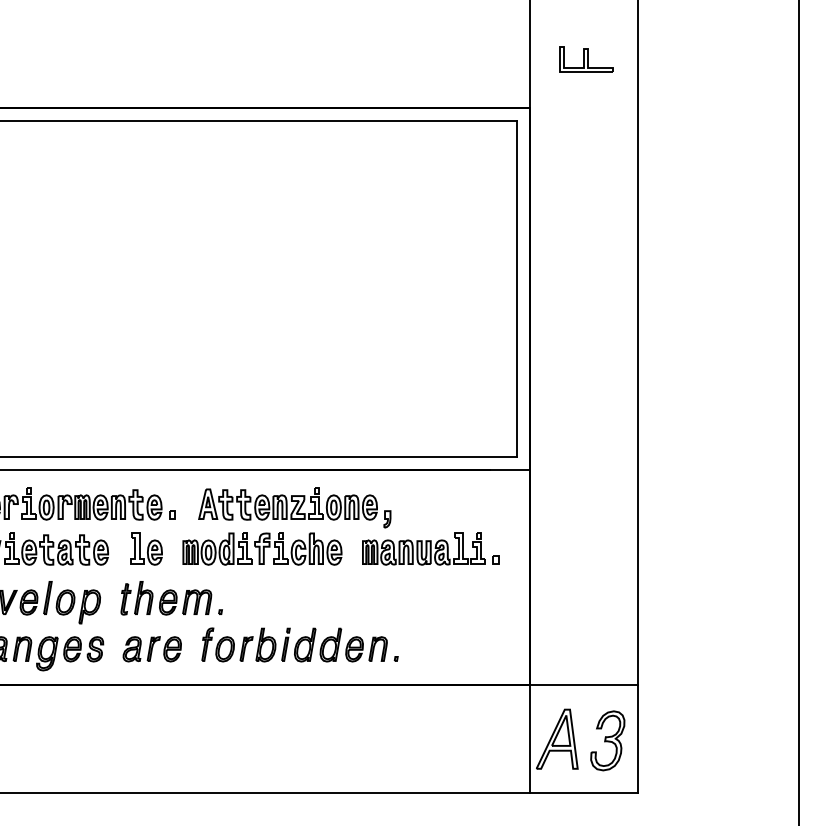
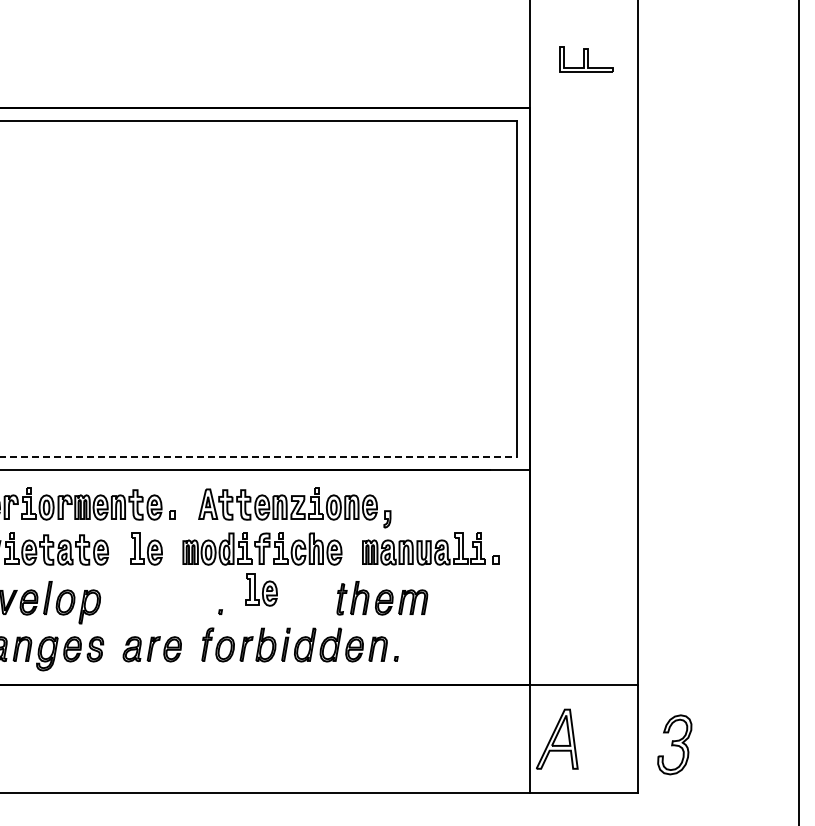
line at (258, 456): solid -> dashed
part at (261, 589): none -> present
part at (166, 598) position: (166, 598) -> (382, 598)
part at (607, 740) position: (607, 740) -> (674, 744)
